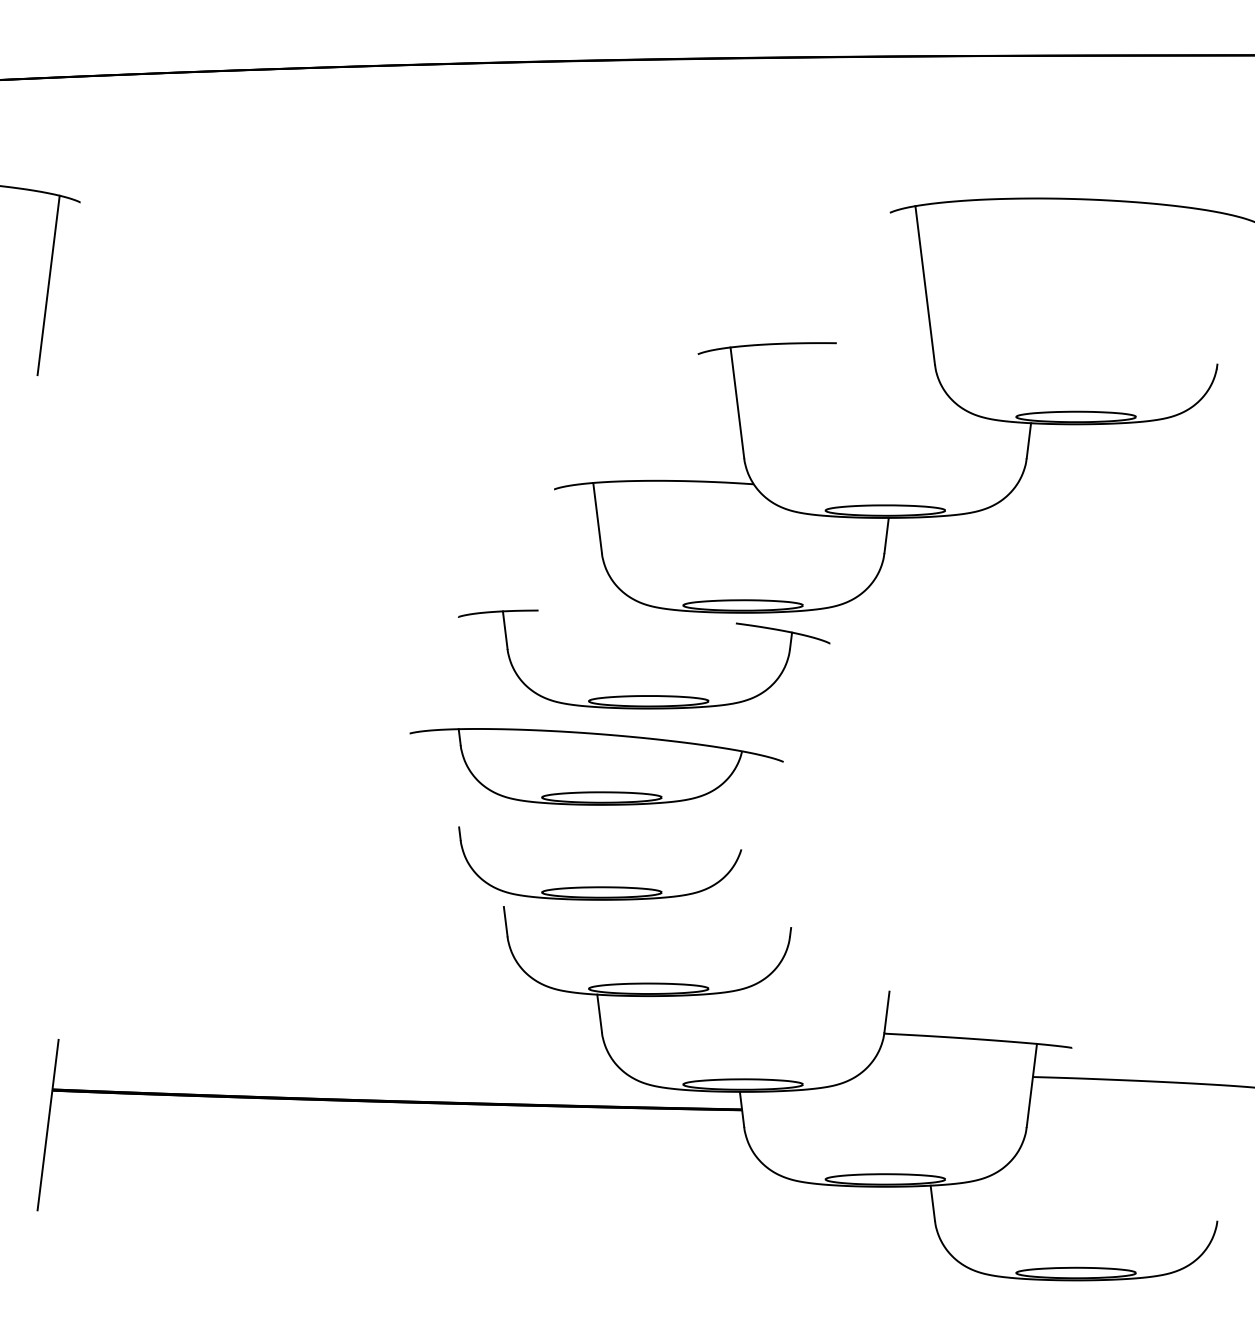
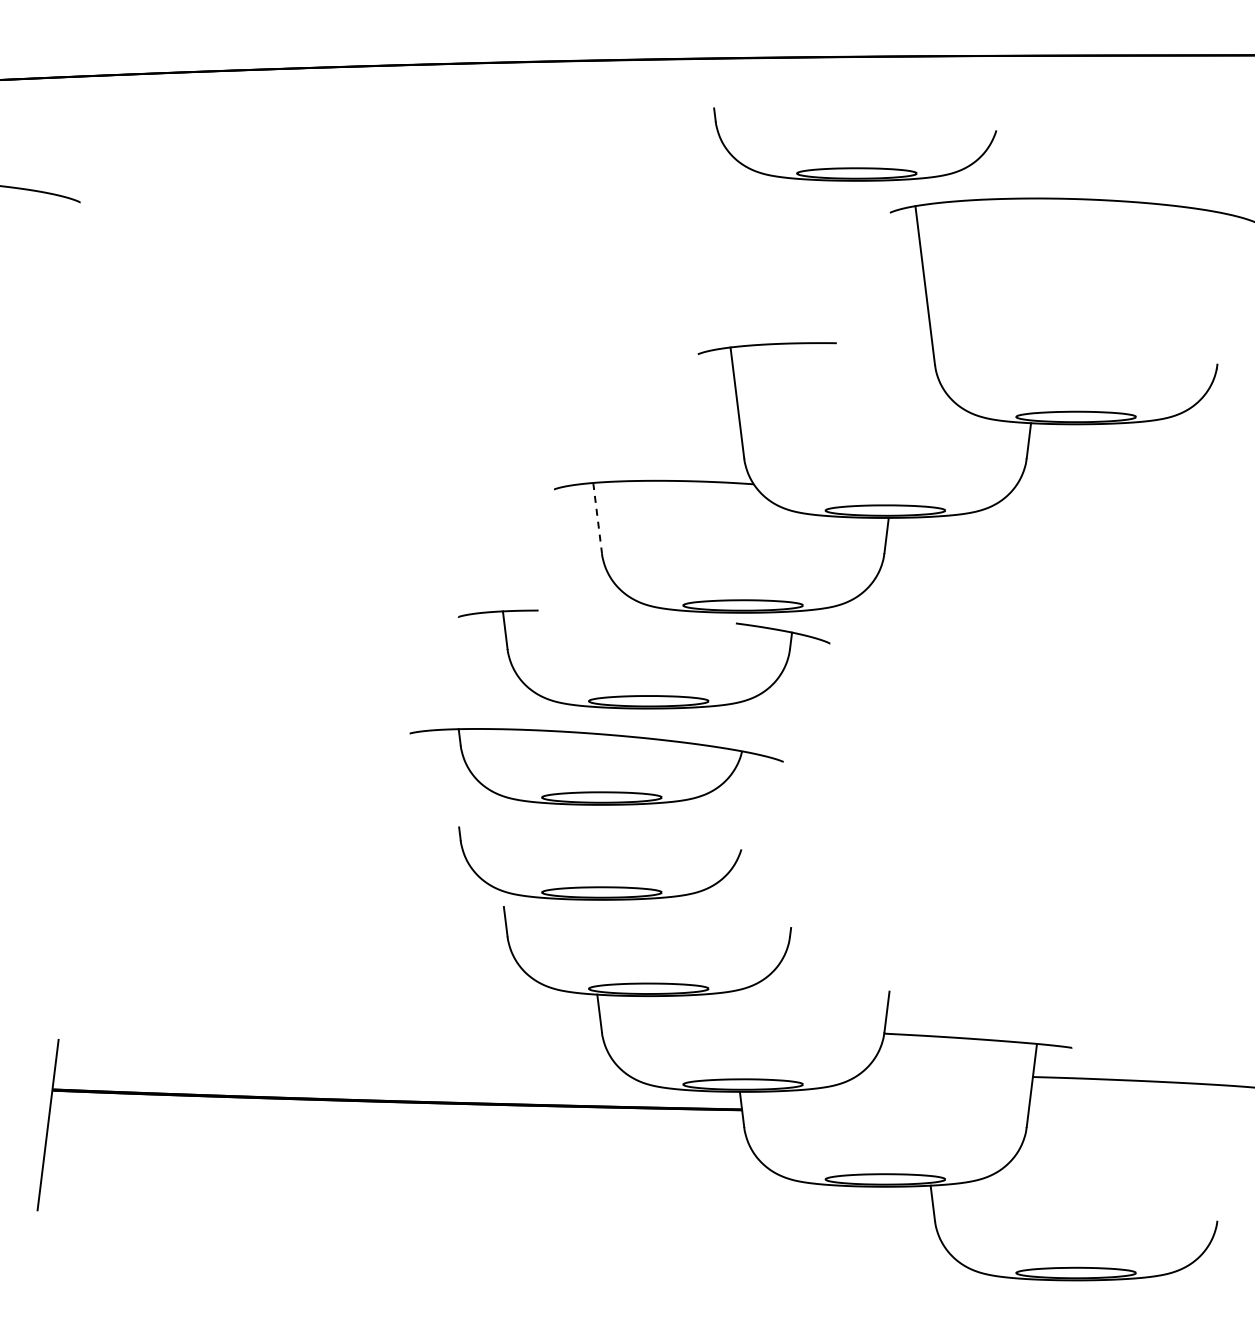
part at (855, 167): none -> present
line at (48, 285): present -> none
line at (597, 518): solid -> dashed
